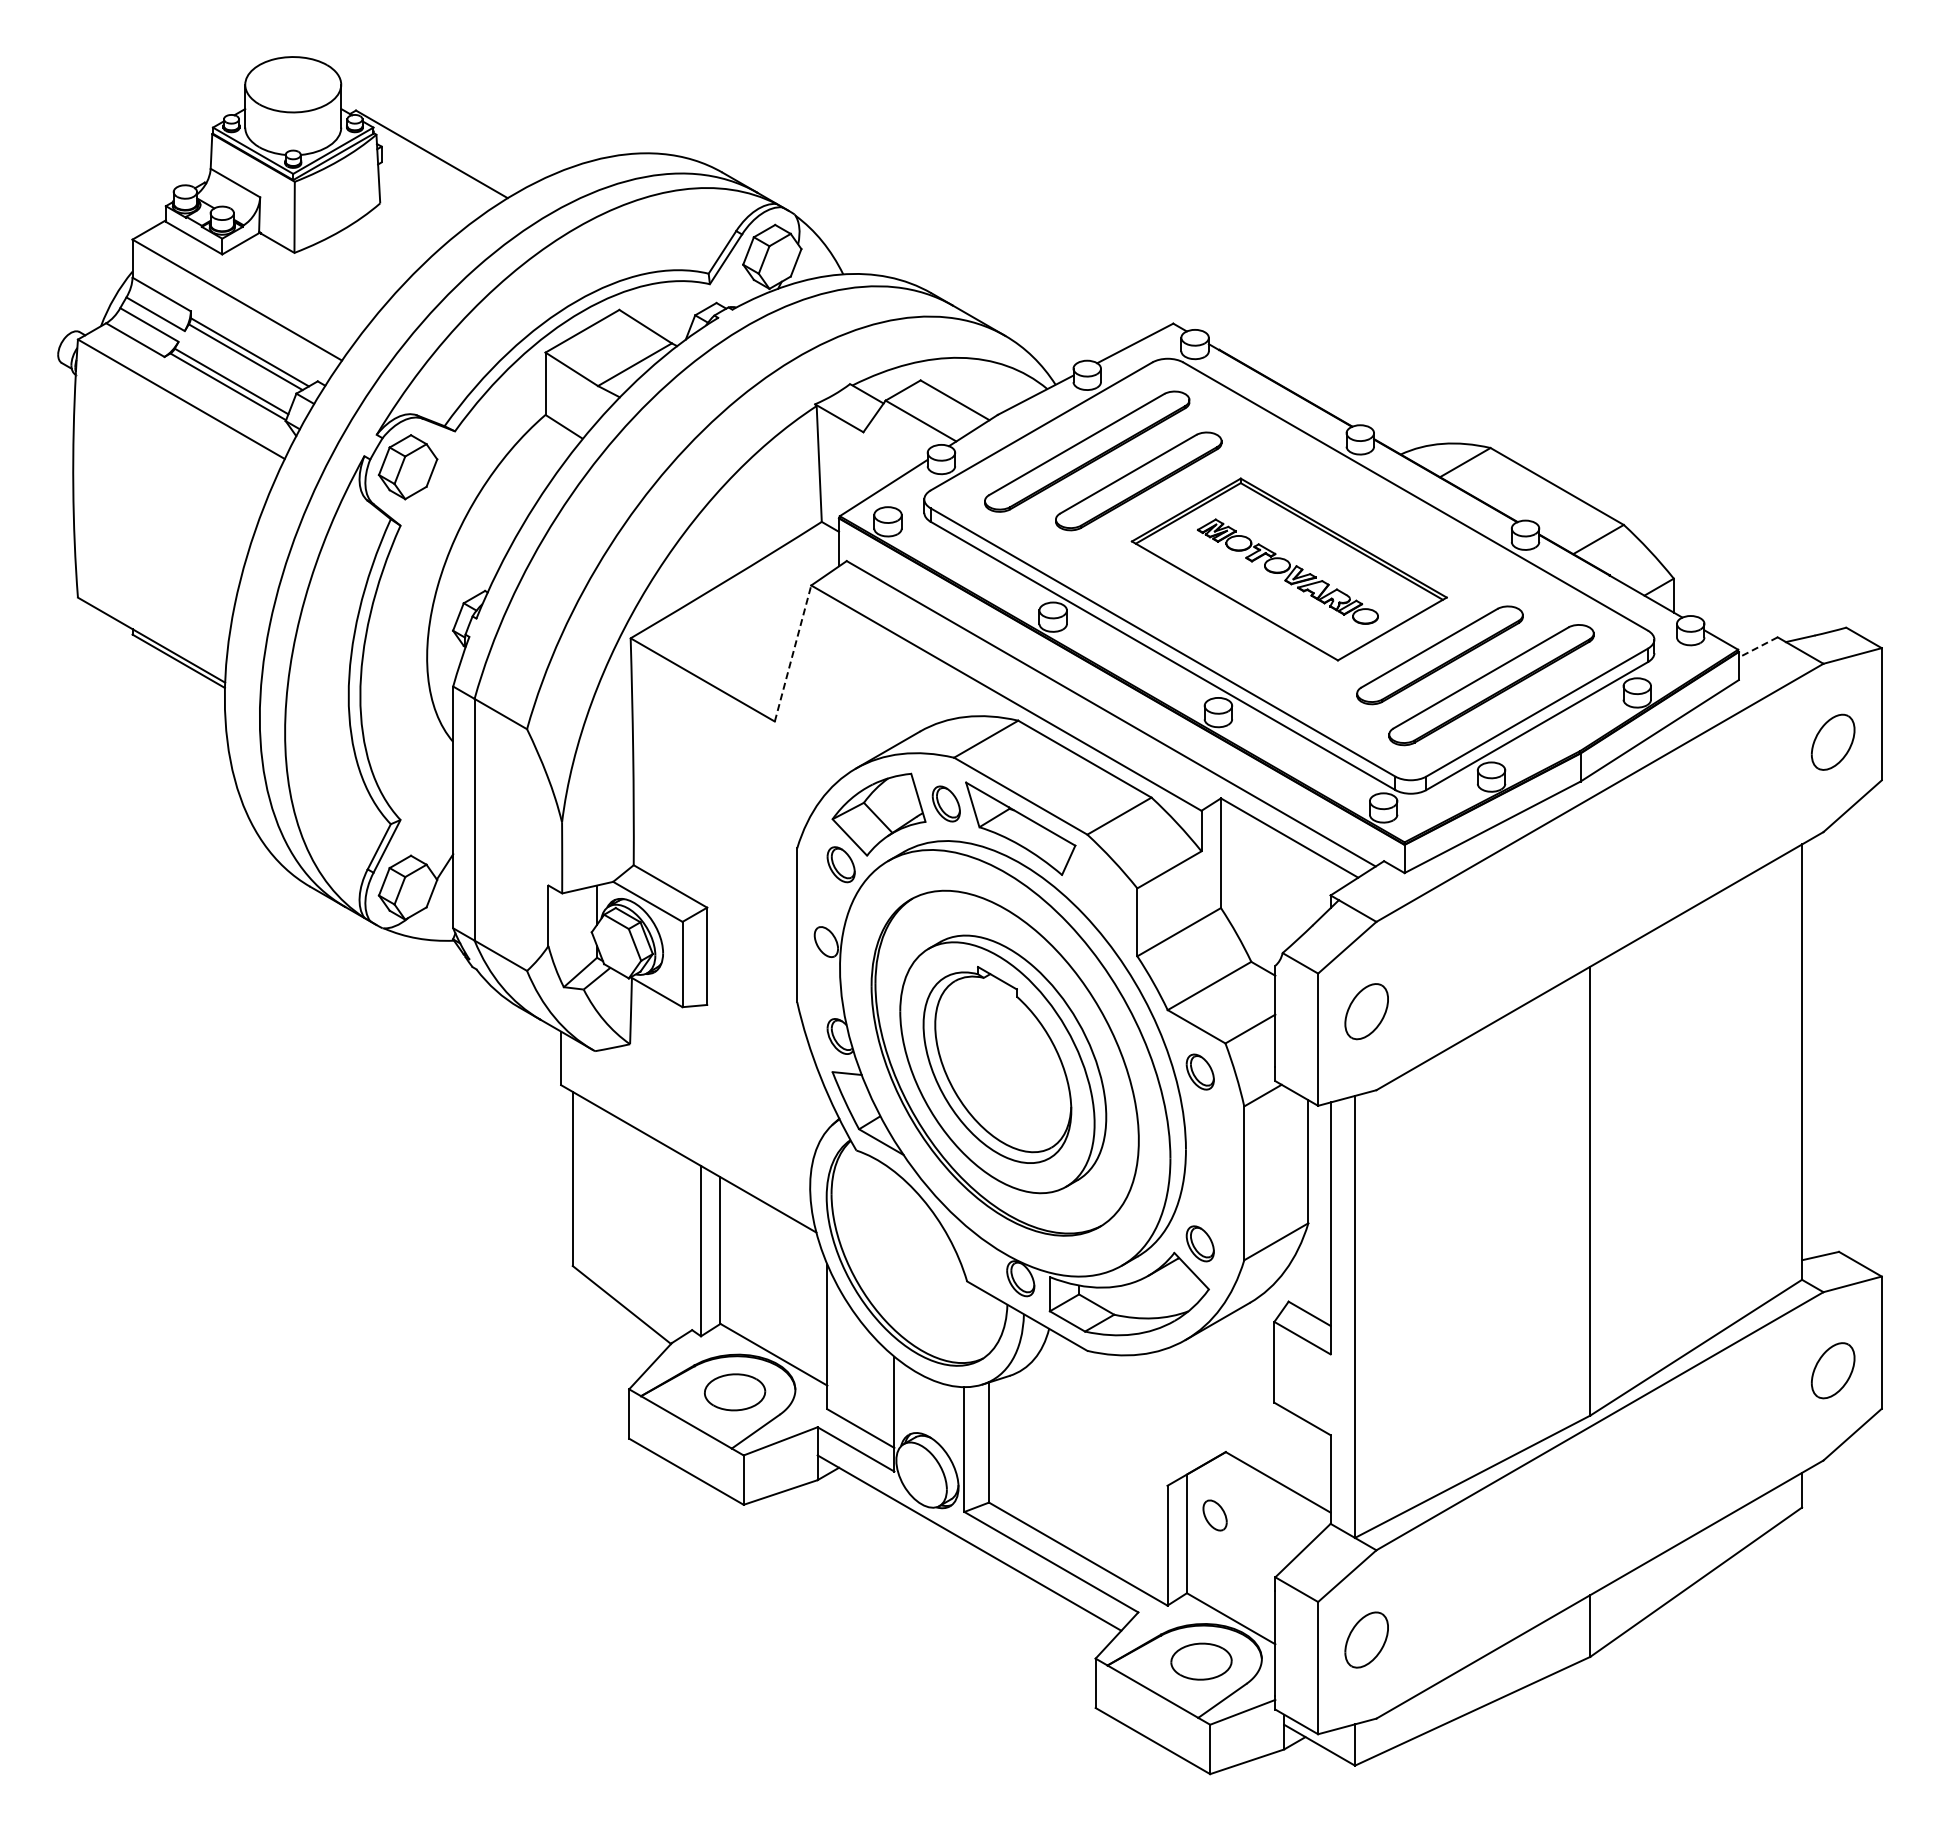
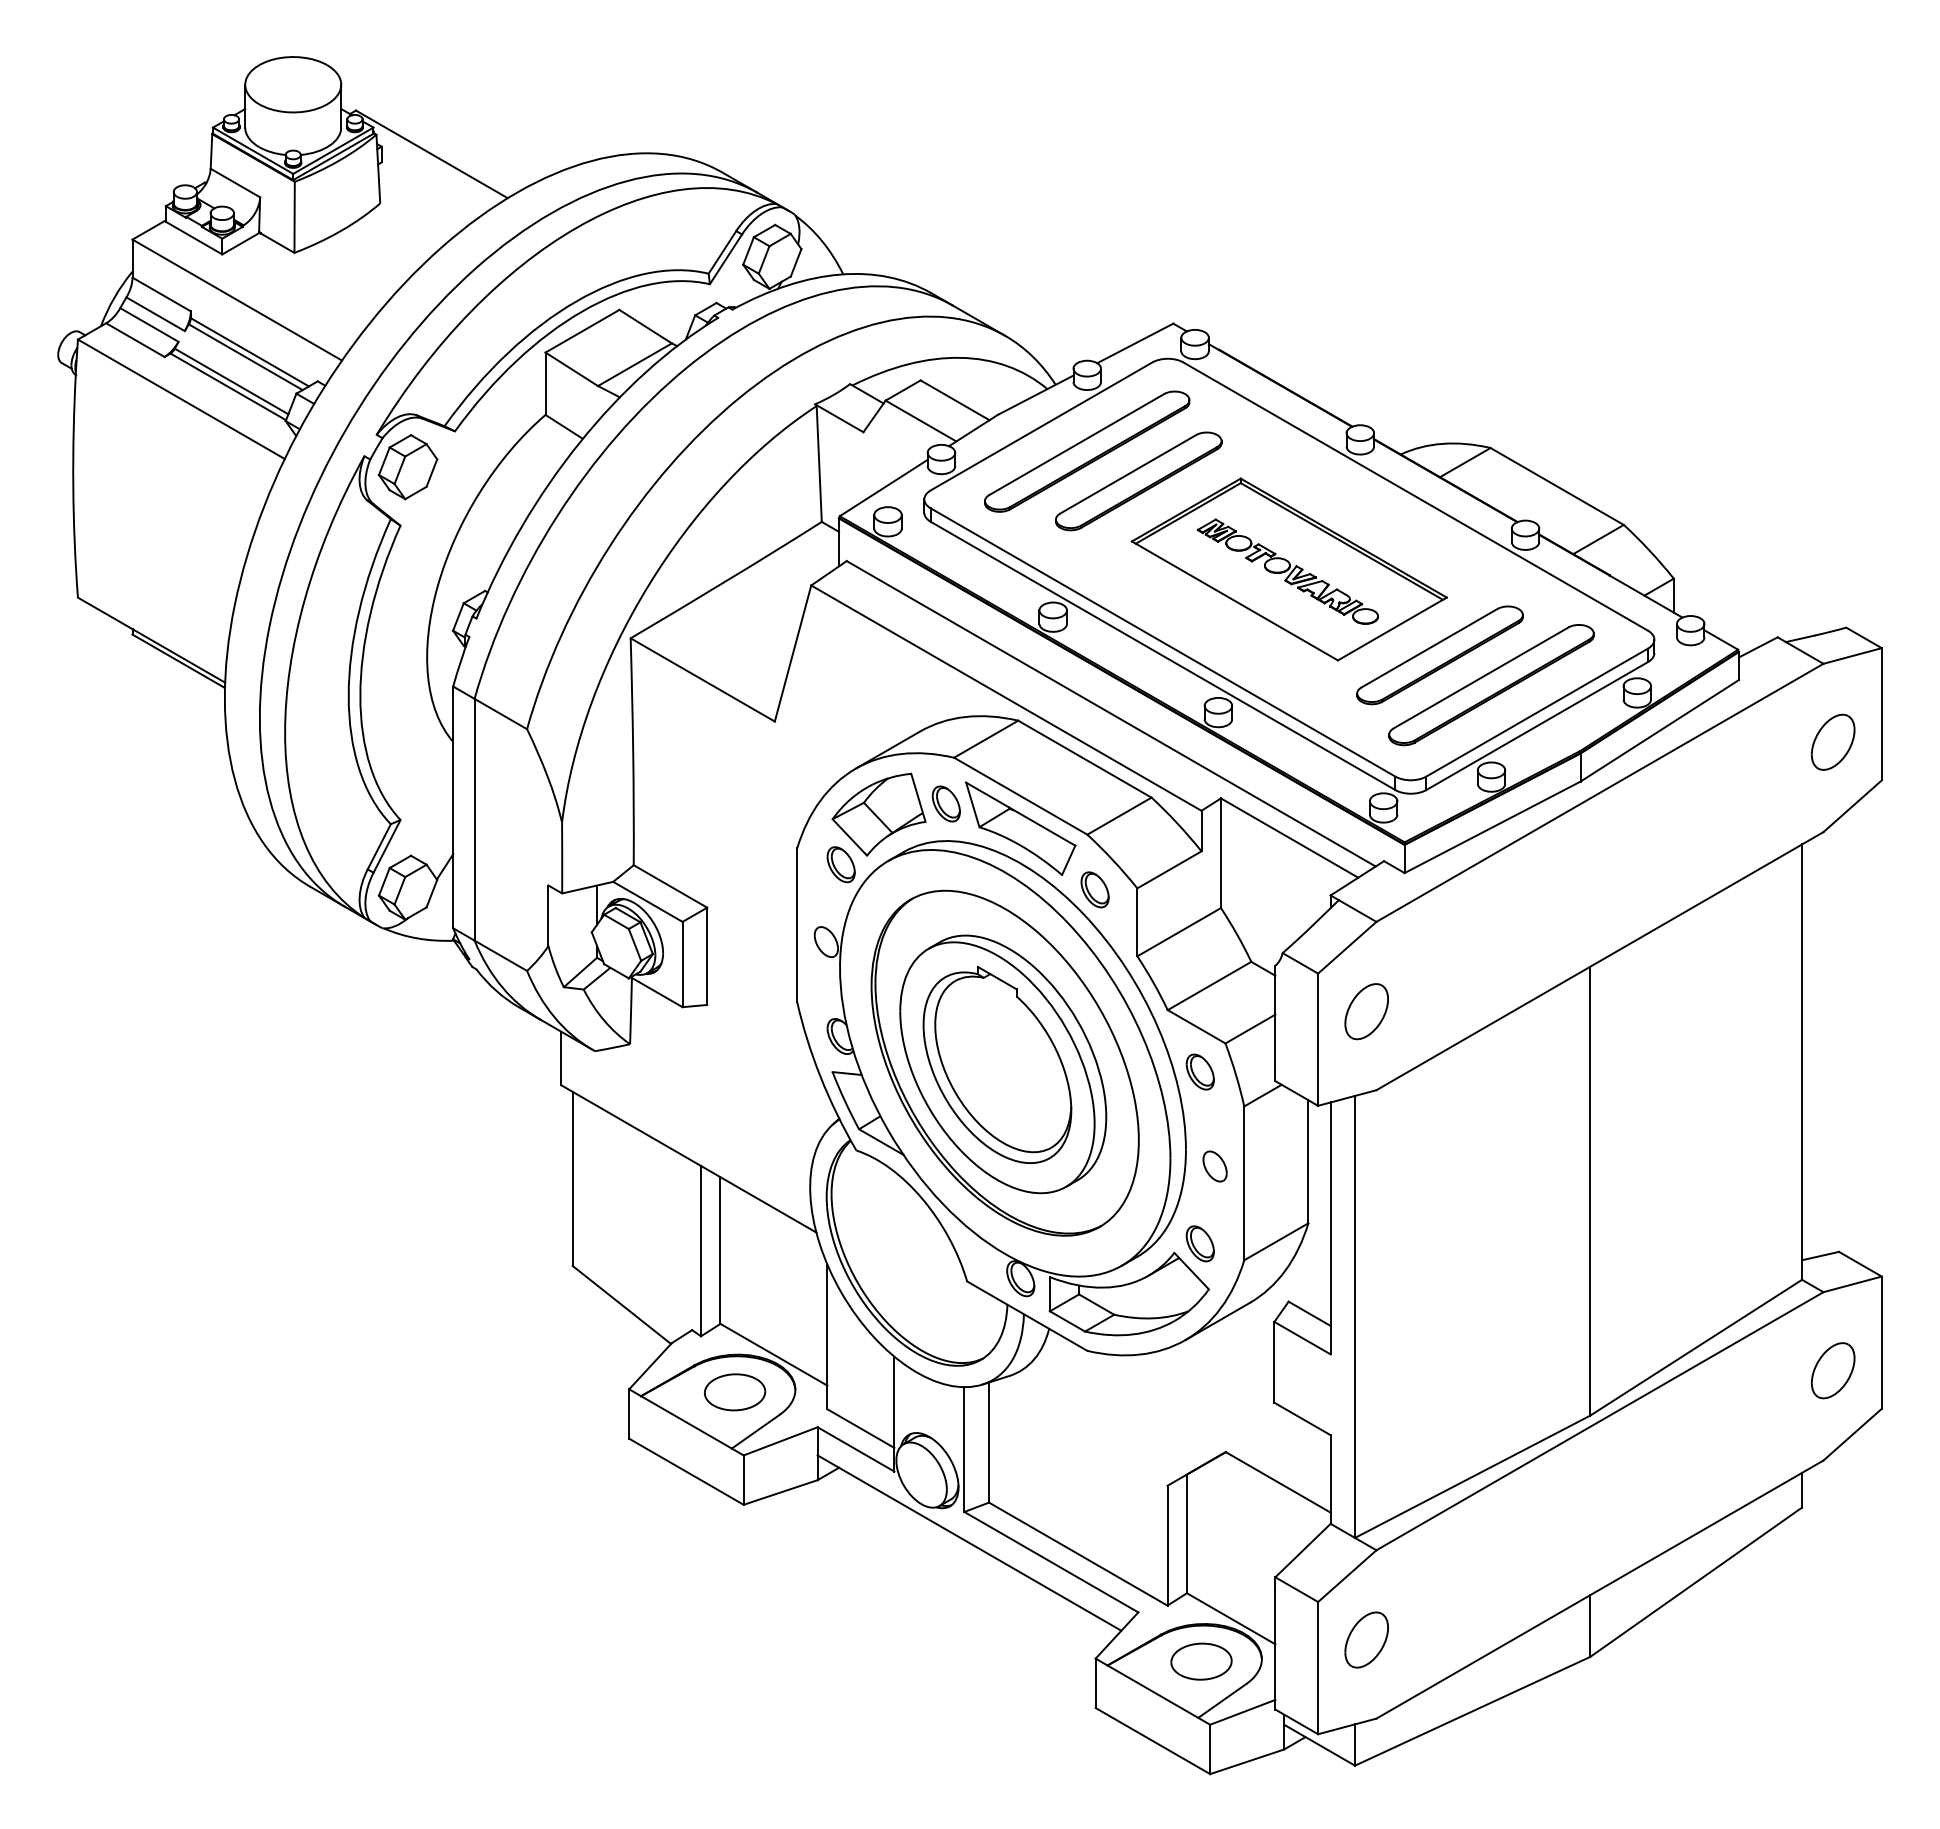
line at (1758, 647): dashed -> solid
line at (793, 653): dashed -> solid
part at (1094, 889): none -> present
part at (1214, 1515) position: (1214, 1515) -> (1214, 1166)
